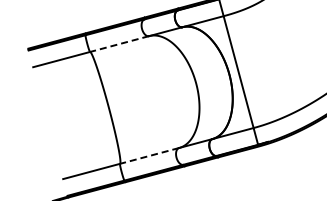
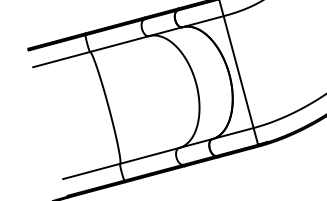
line at (119, 44): dashed -> solid
line at (149, 155): dashed -> solid
